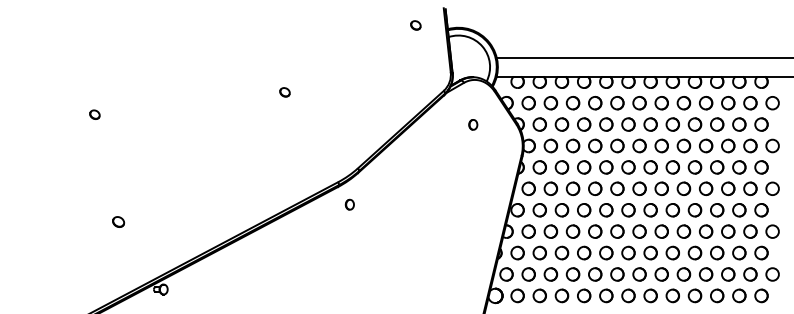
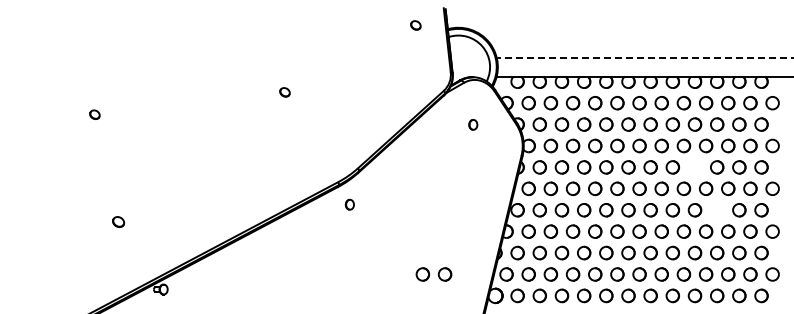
line at (645, 57): solid -> dashed
part at (694, 167): present -> none
circle at (717, 210): present -> none
part at (433, 274): none -> present
